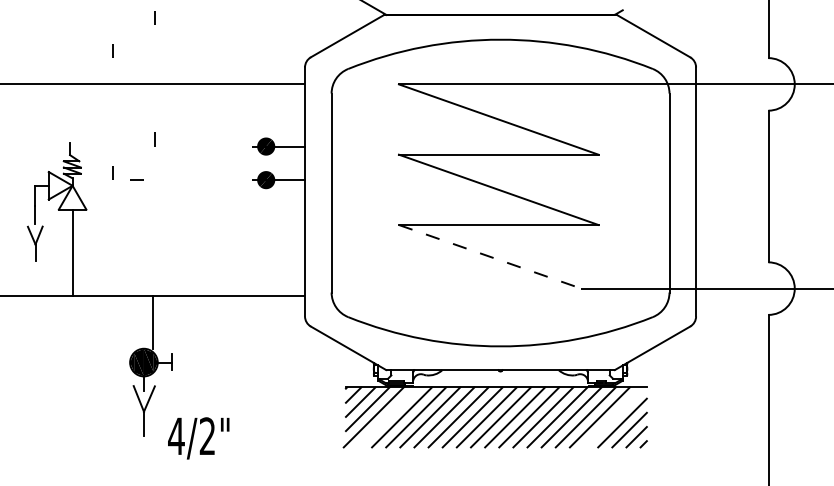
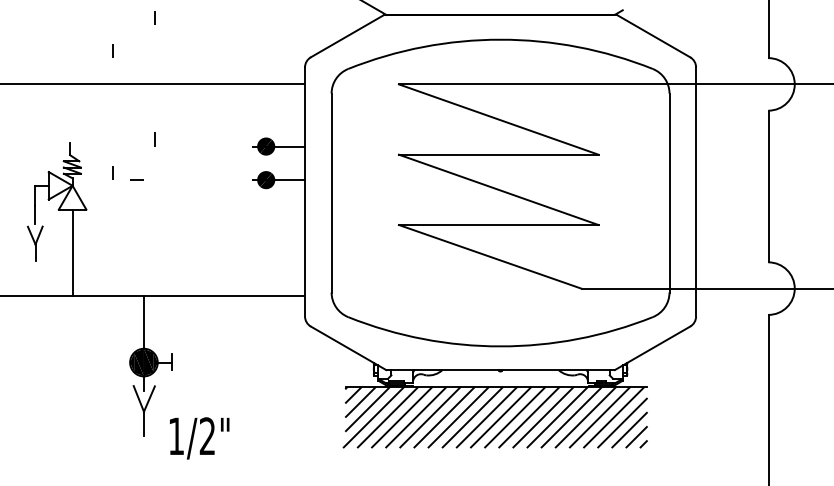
line at (490, 256): dashed -> solid
line at (152, 321) position: (152, 321) -> (143, 321)
line at (387, 417): none -> present
line at (614, 417): none -> present
text at (176, 435): 4/2" -> 1/2"
